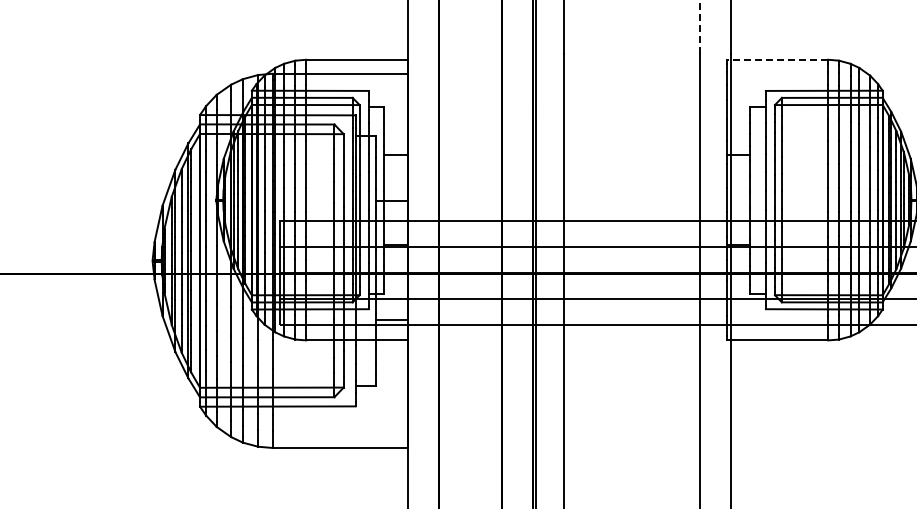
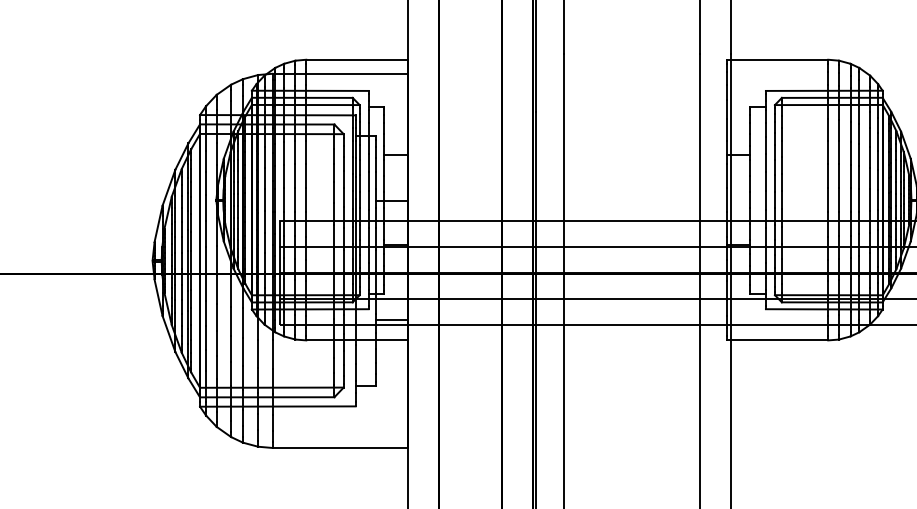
line at (699, 27): dashed -> solid
line at (777, 59): dashed -> solid
